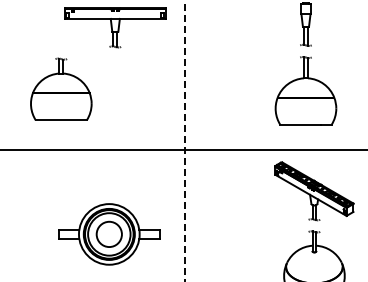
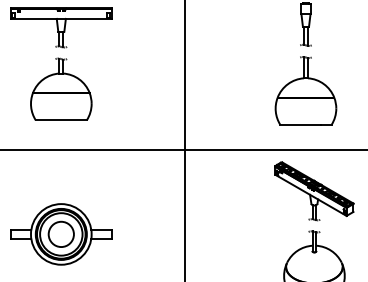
part at (115, 27) position: (115, 27) -> (61, 27)
line at (184, 141): dashed -> solid
part at (109, 234) position: (109, 234) -> (61, 234)
